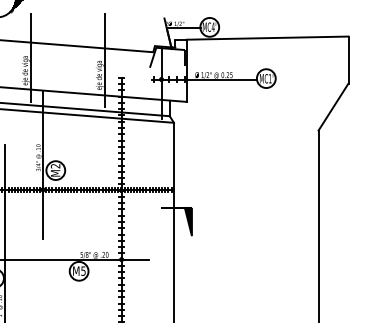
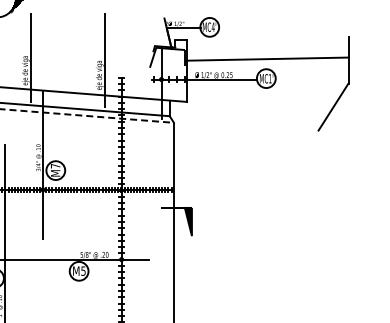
line at (267, 37) position: (267, 37) -> (267, 58)
line at (77, 46): present -> none
line at (87, 116): solid -> dashed
text at (55, 166): M2 -> M7
line at (318, 224): present -> none
